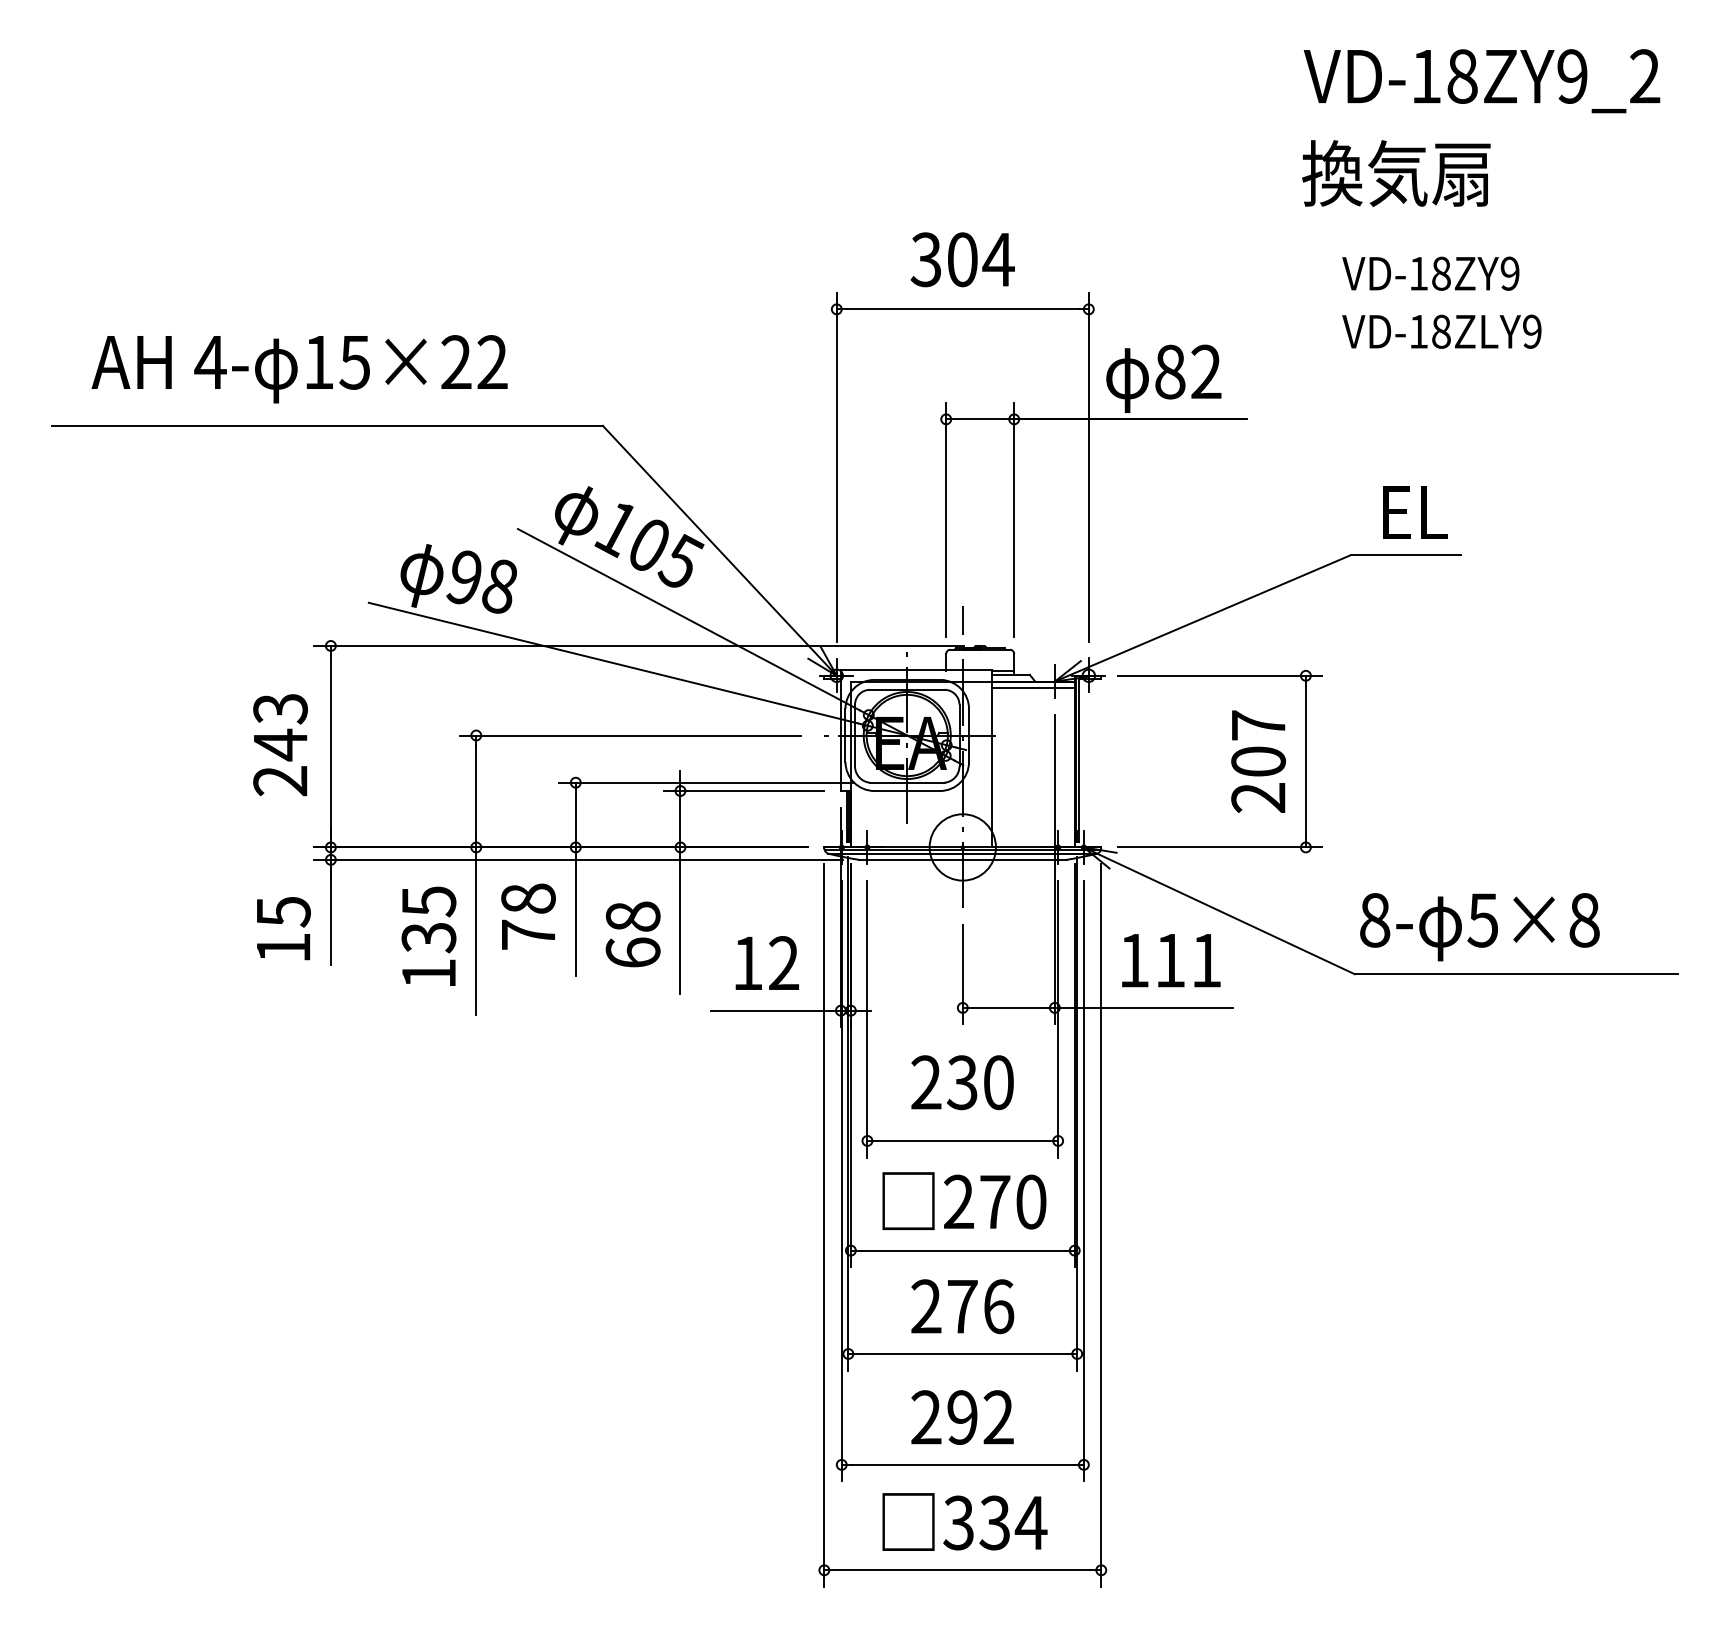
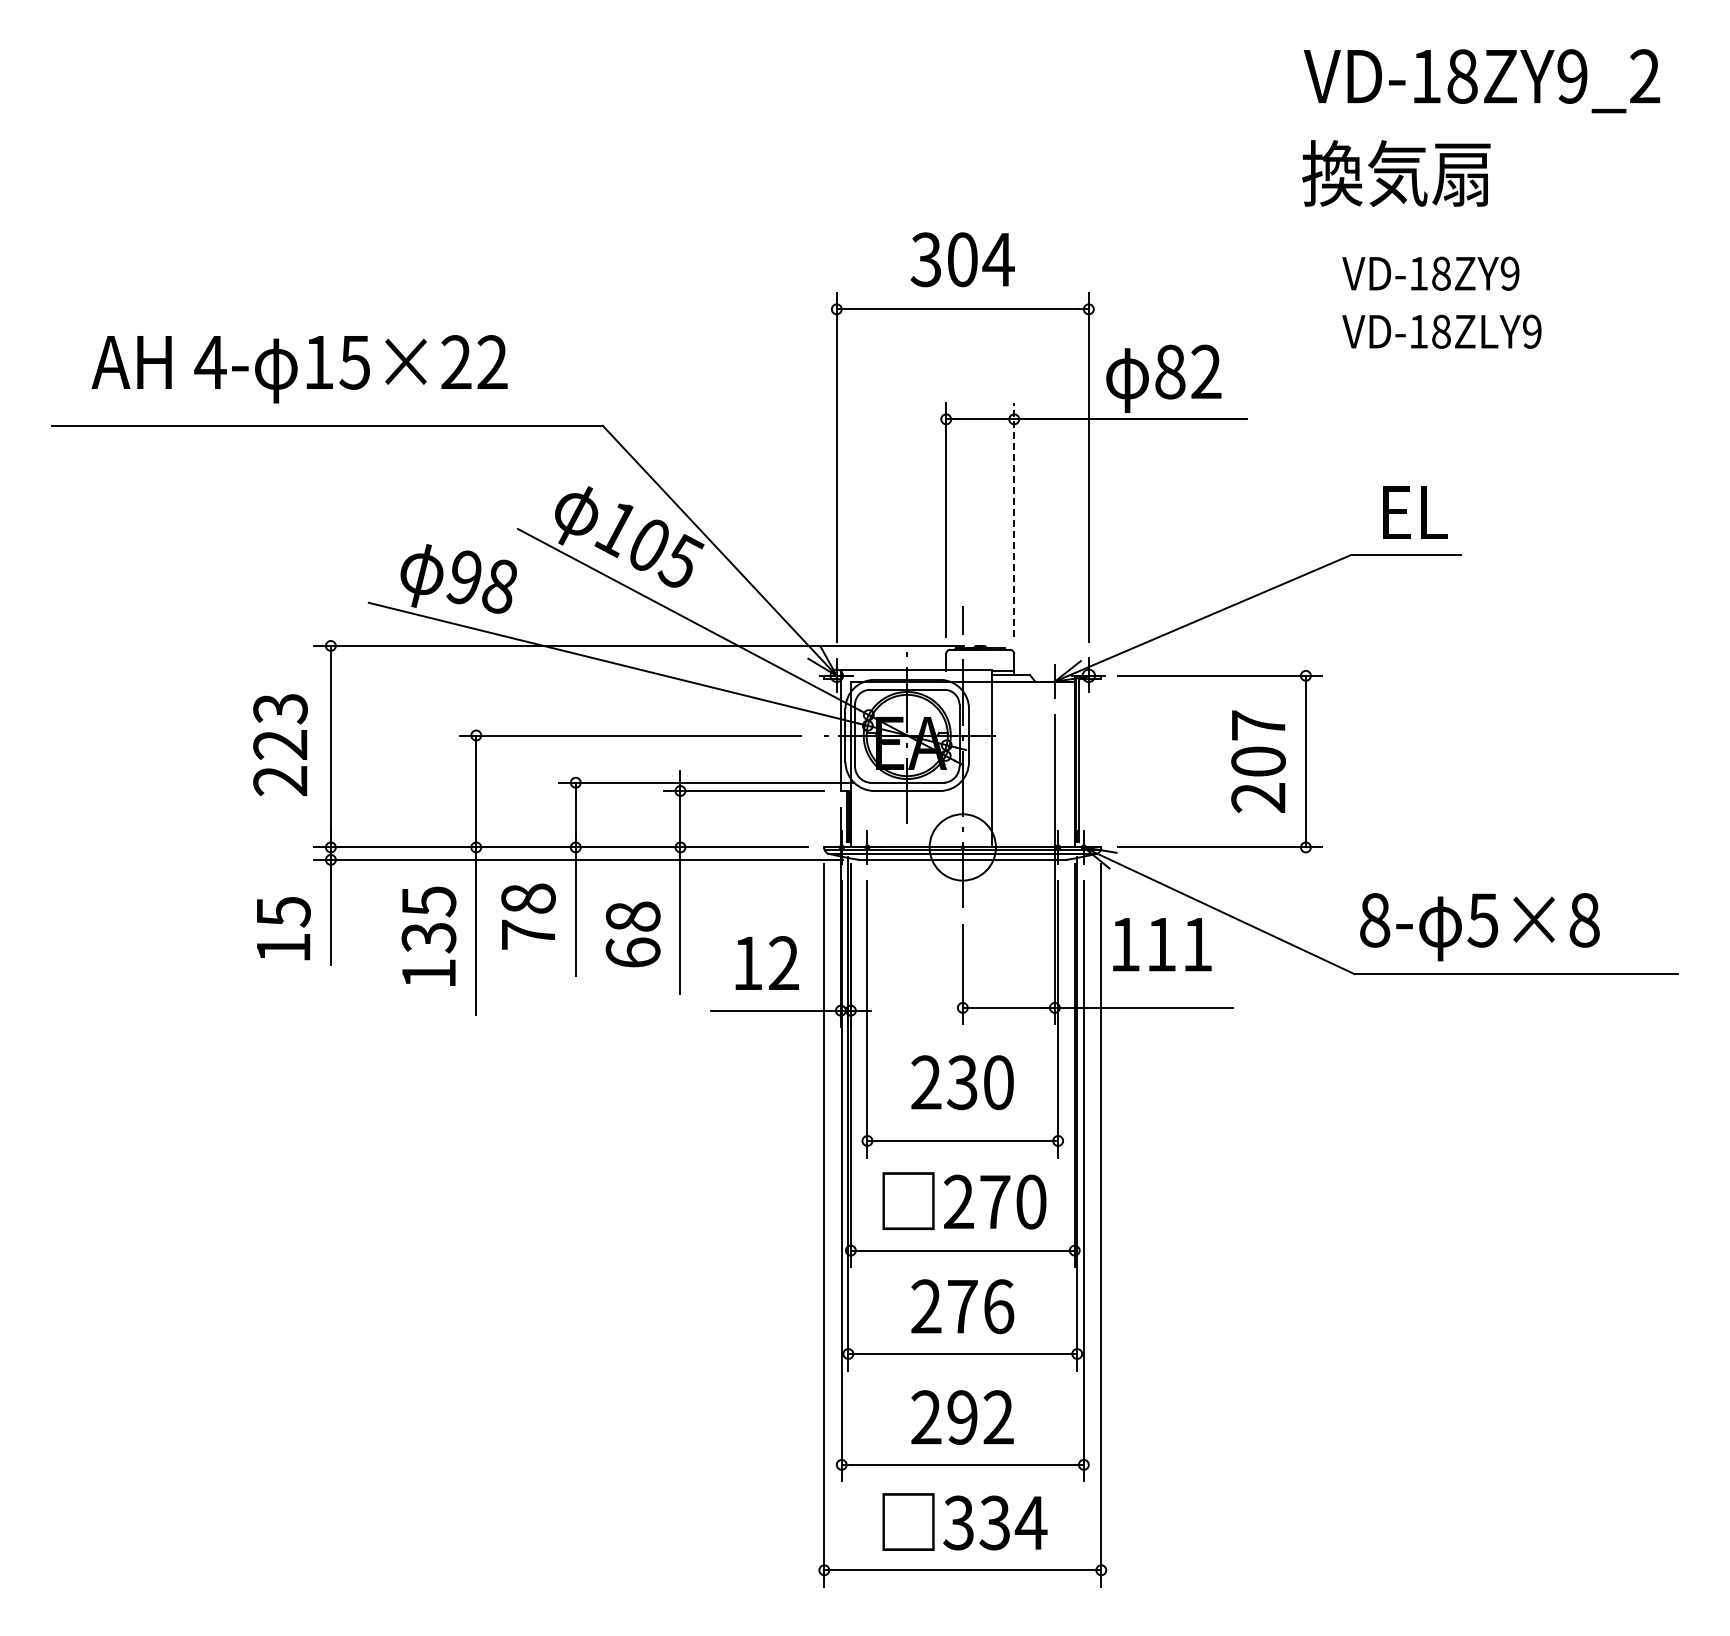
line at (1014, 519): solid -> dashed
line at (1032, 688): present -> none
text at (280, 744): 243 -> 223
text at (1171, 960) position: (1171, 960) -> (1162, 944)
